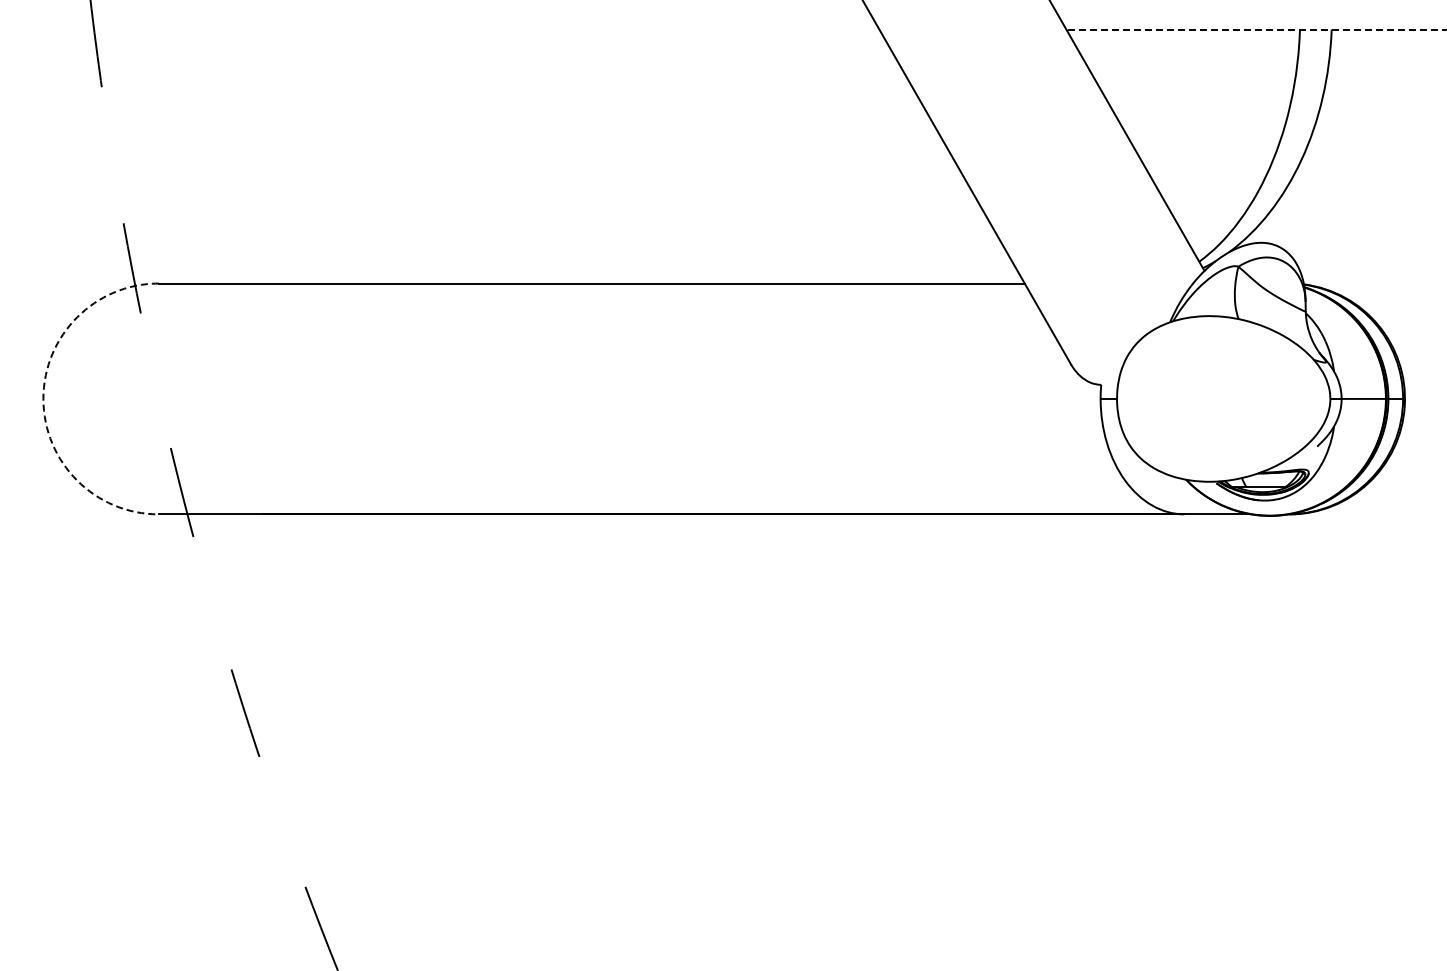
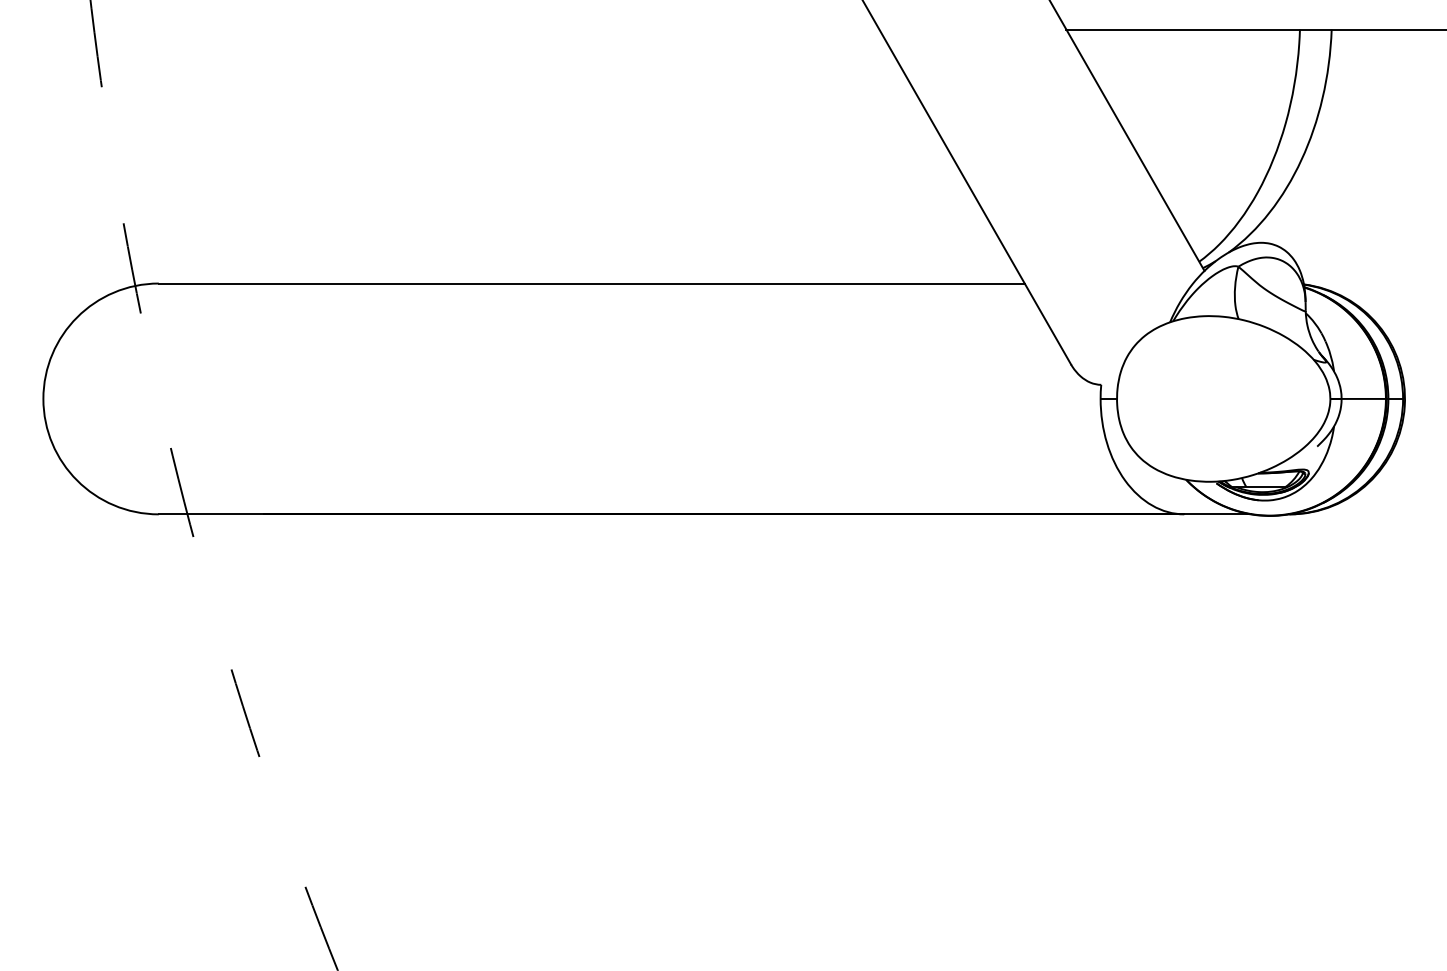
line at (1256, 29): dashed -> solid
arc at (43, 398): dashed -> solid
